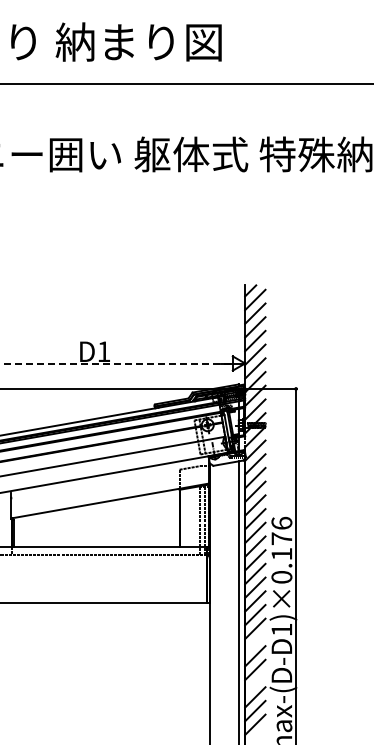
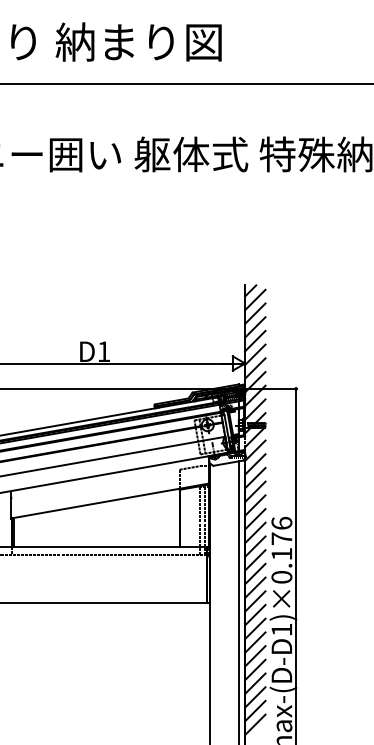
line at (115, 363): dashed -> solid
line at (255, 642): none -> present
line at (255, 683): none -> present
